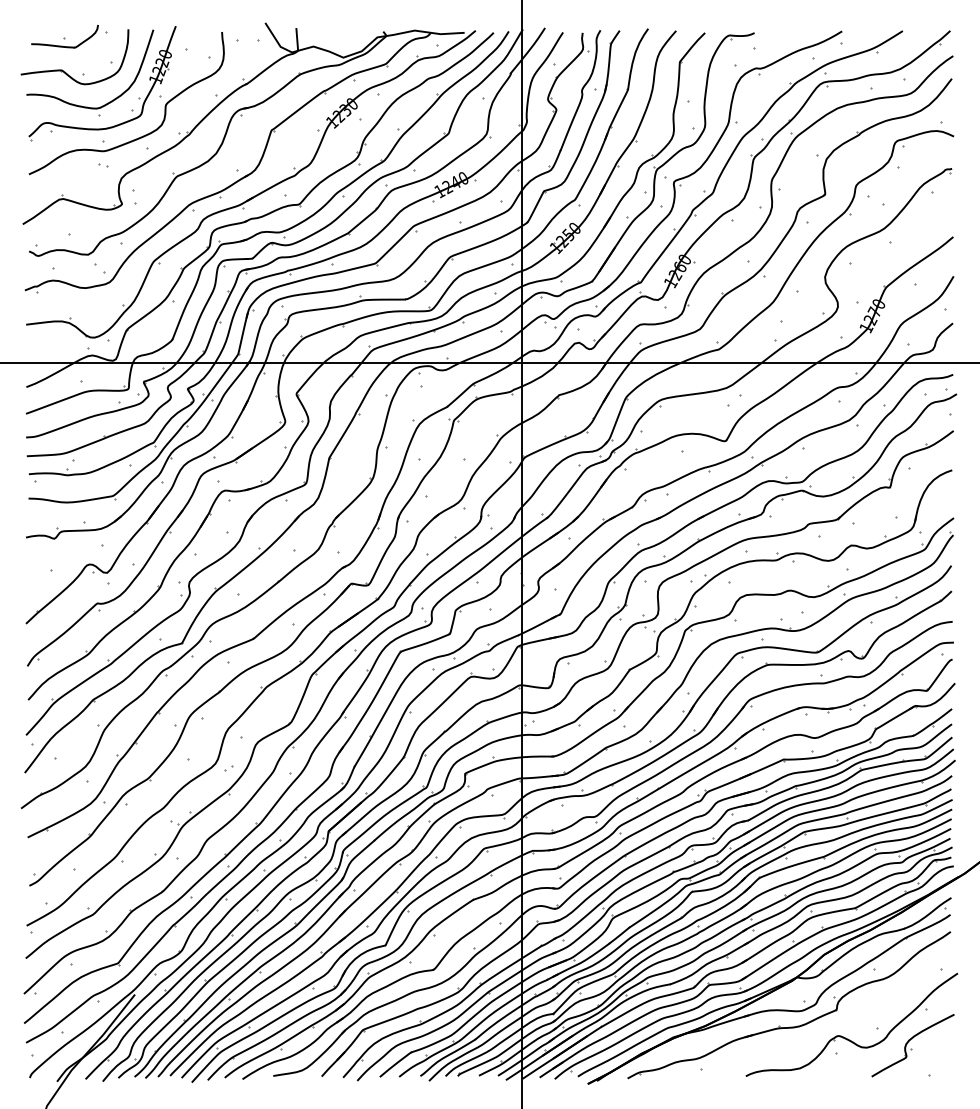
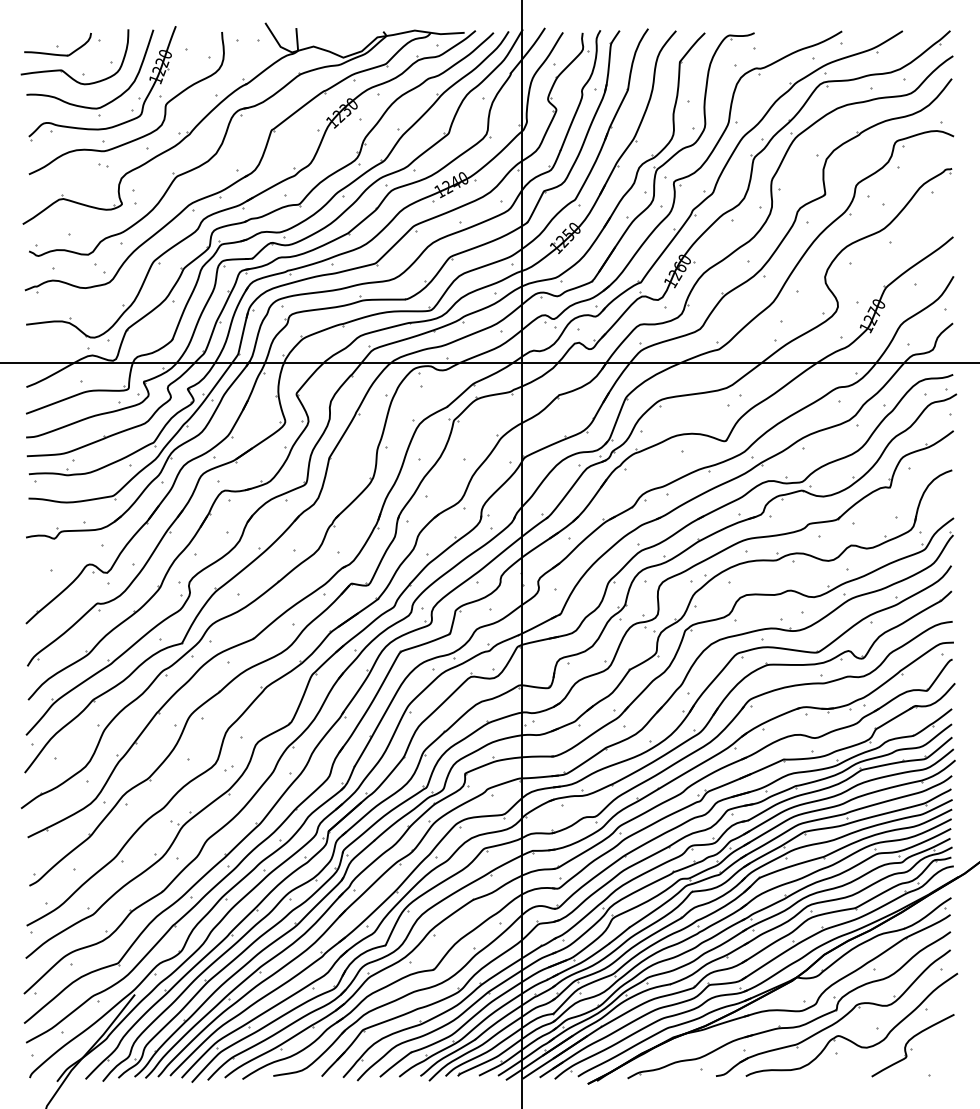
part at (69, 36) position: (69, 36) -> (62, 44)
part at (838, 1019): none -> present
